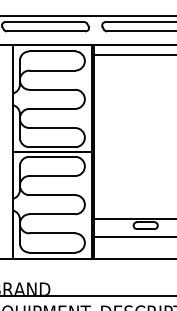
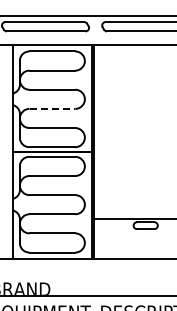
line at (133, 54): present -> none
line at (52, 108): solid -> dashed
line at (133, 237): present -> none
